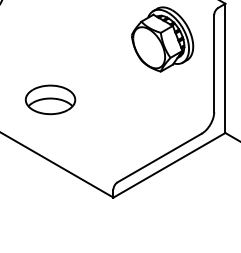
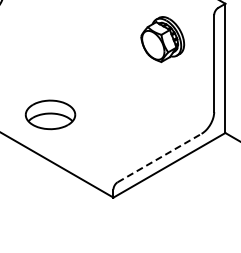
part at (162, 39) size: 64x67 px -> 46x47 px
part at (50, 99) position: (50, 99) -> (50, 114)
line at (160, 157): solid -> dashed
